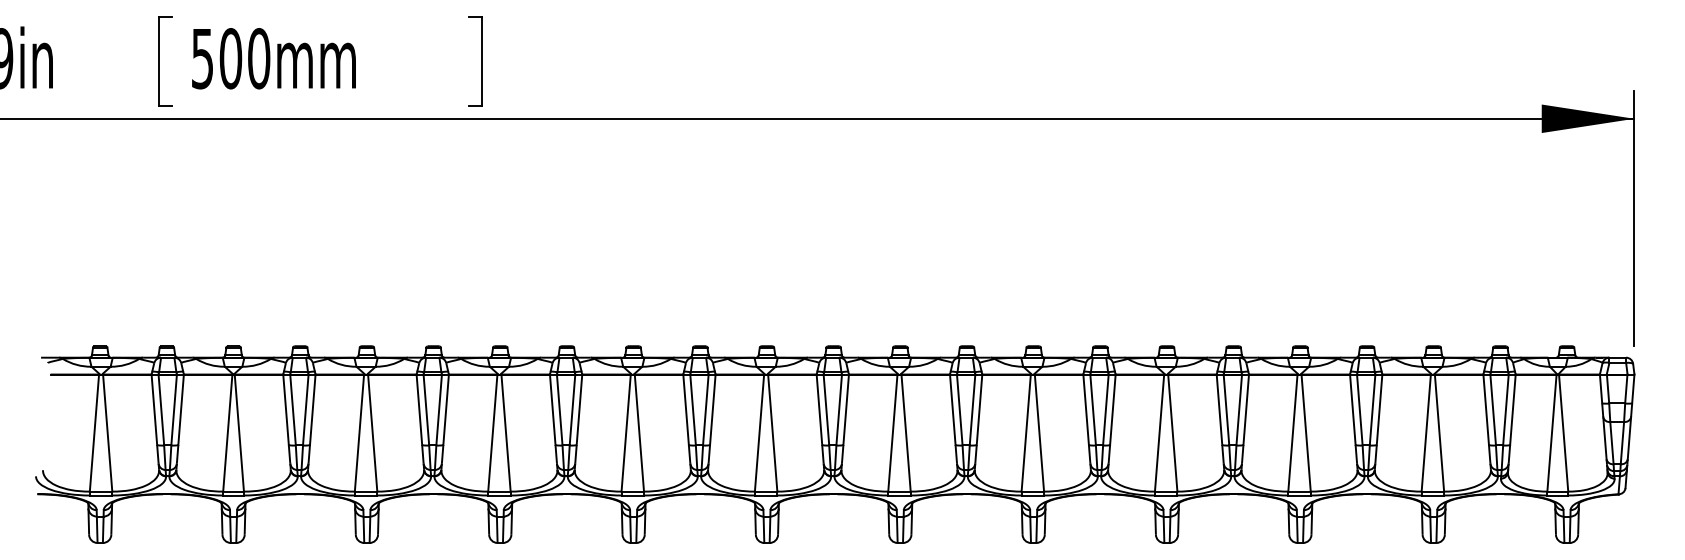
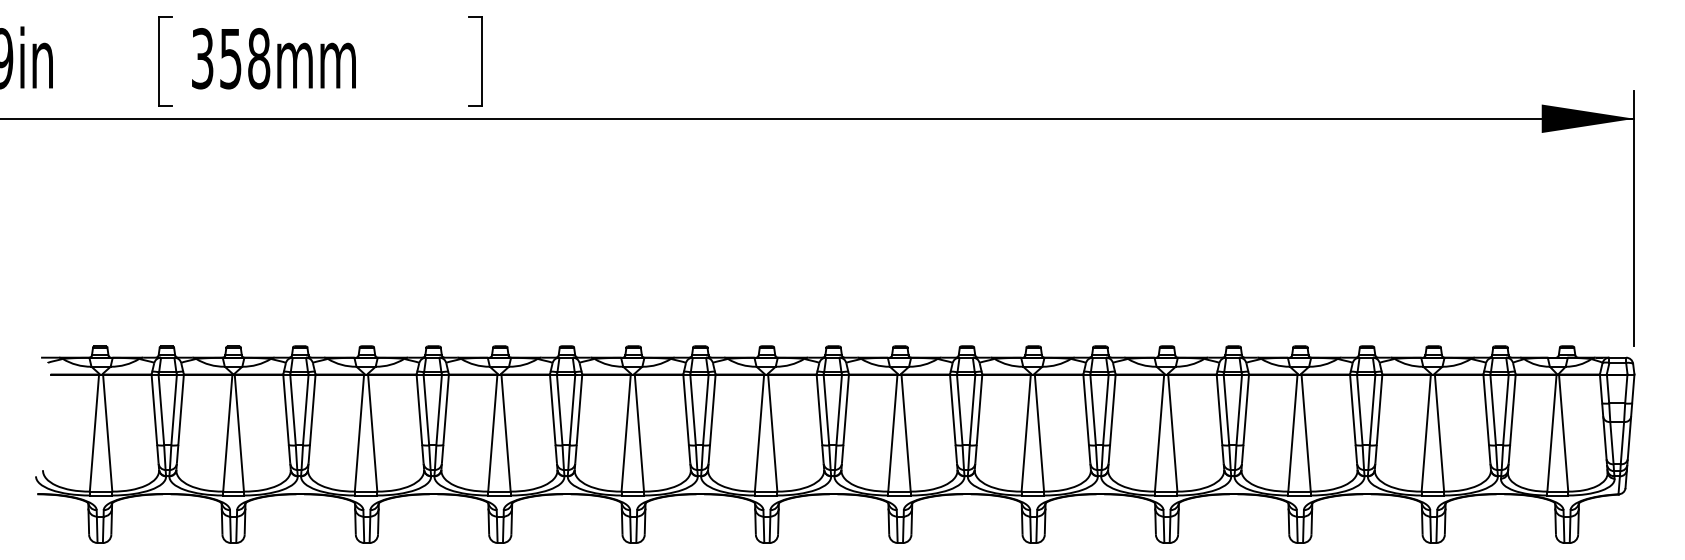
text at (231, 58): 500mm -> 358mm
